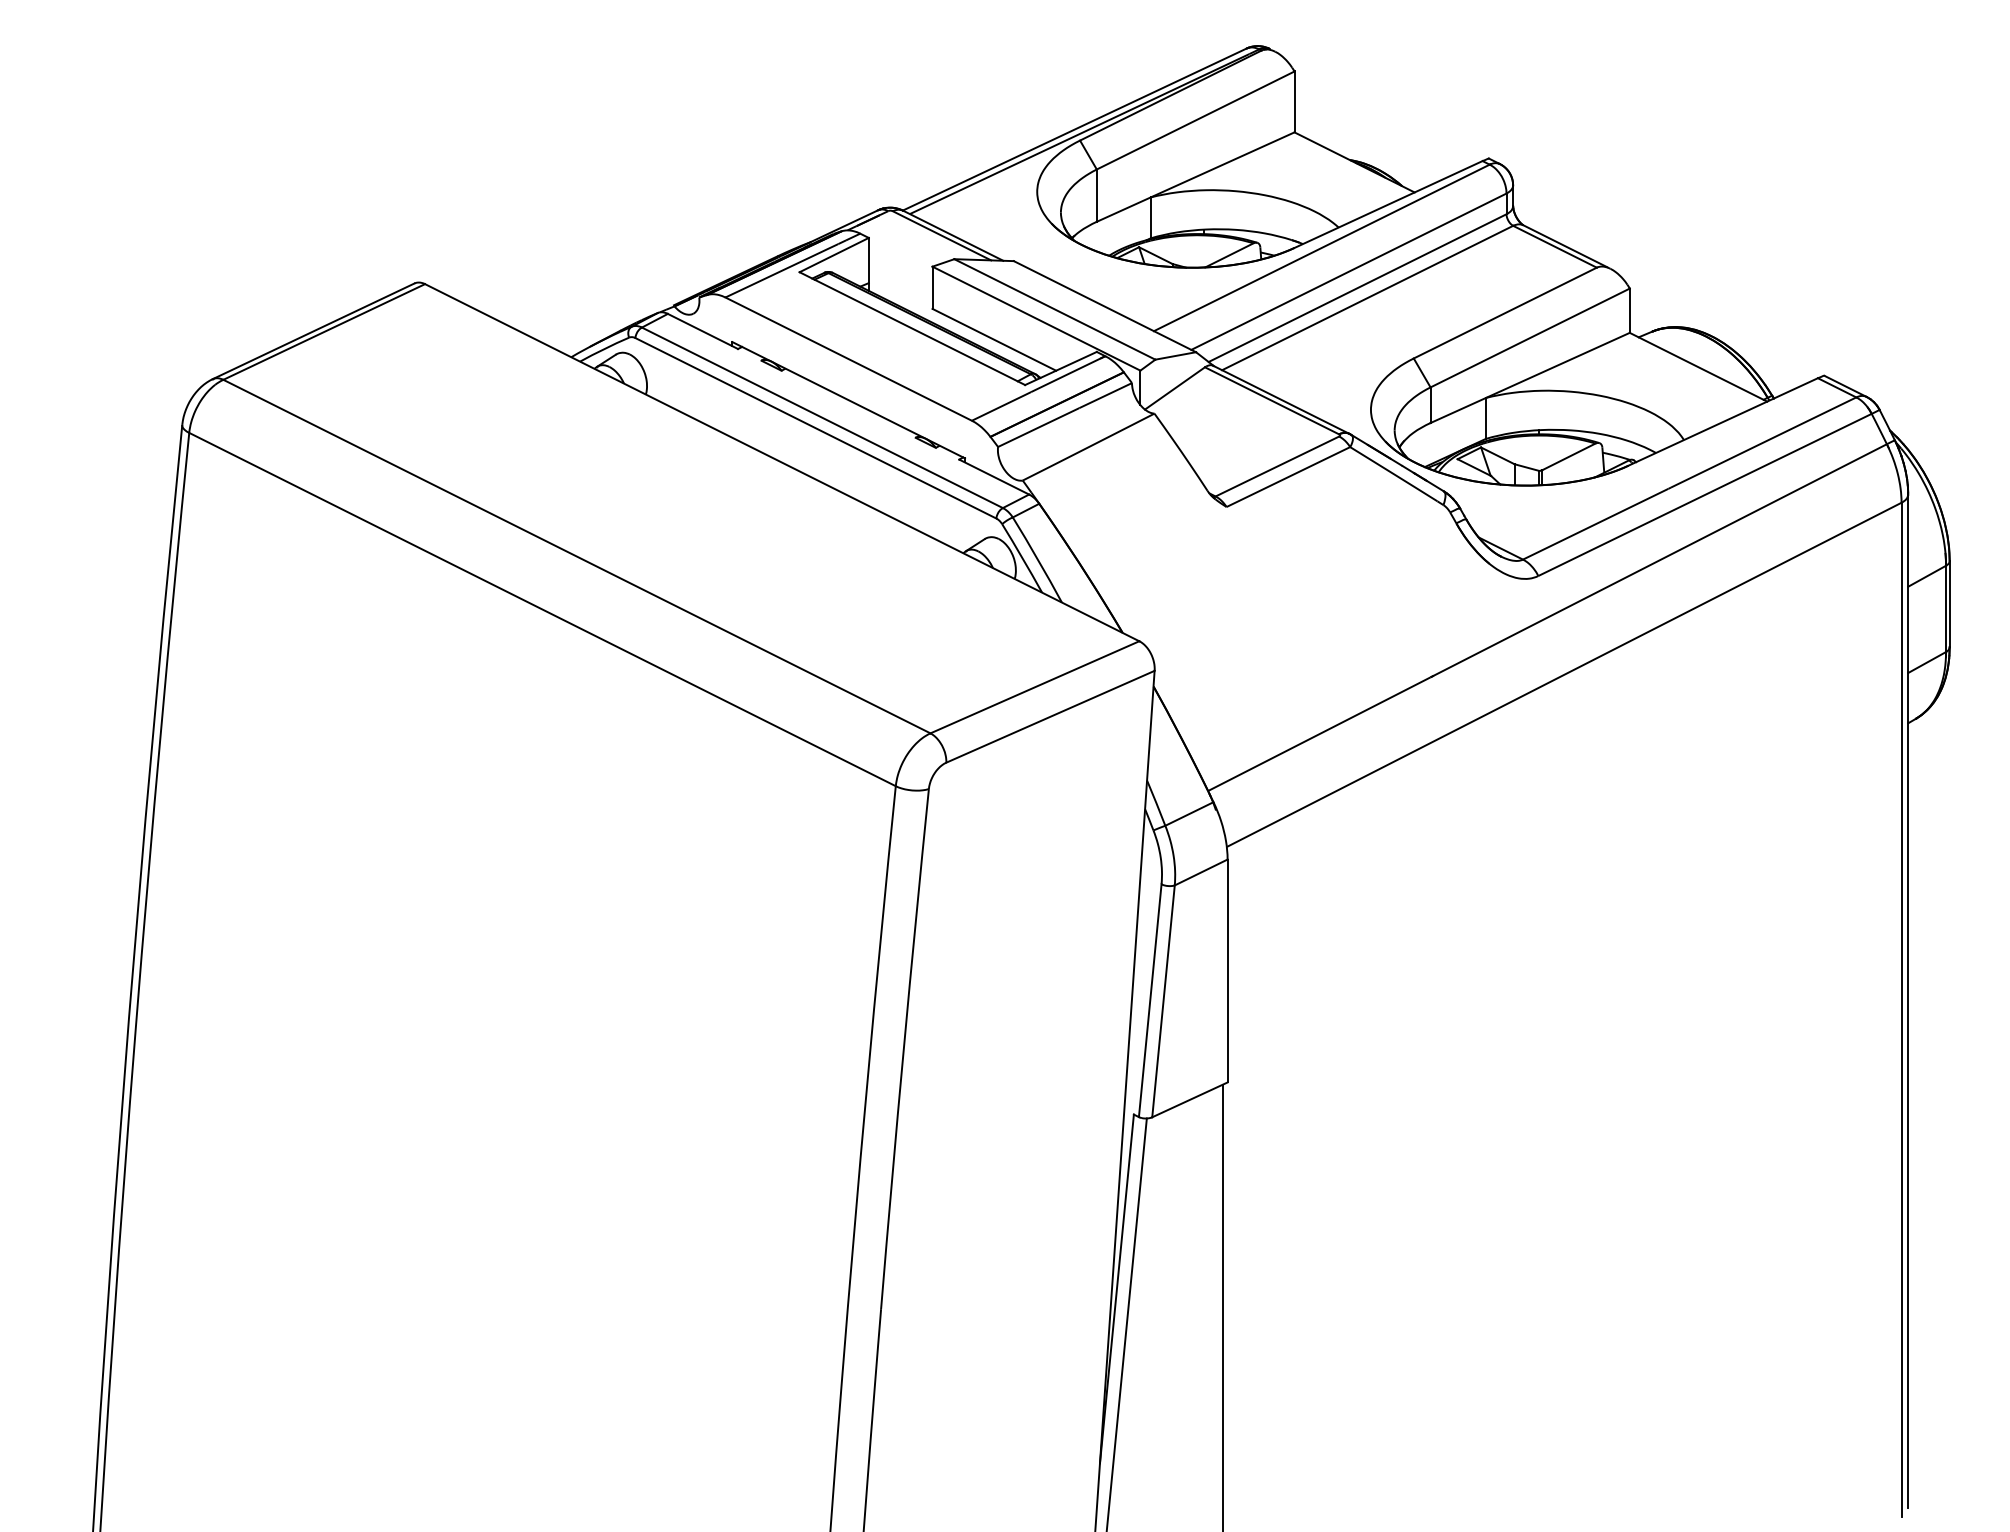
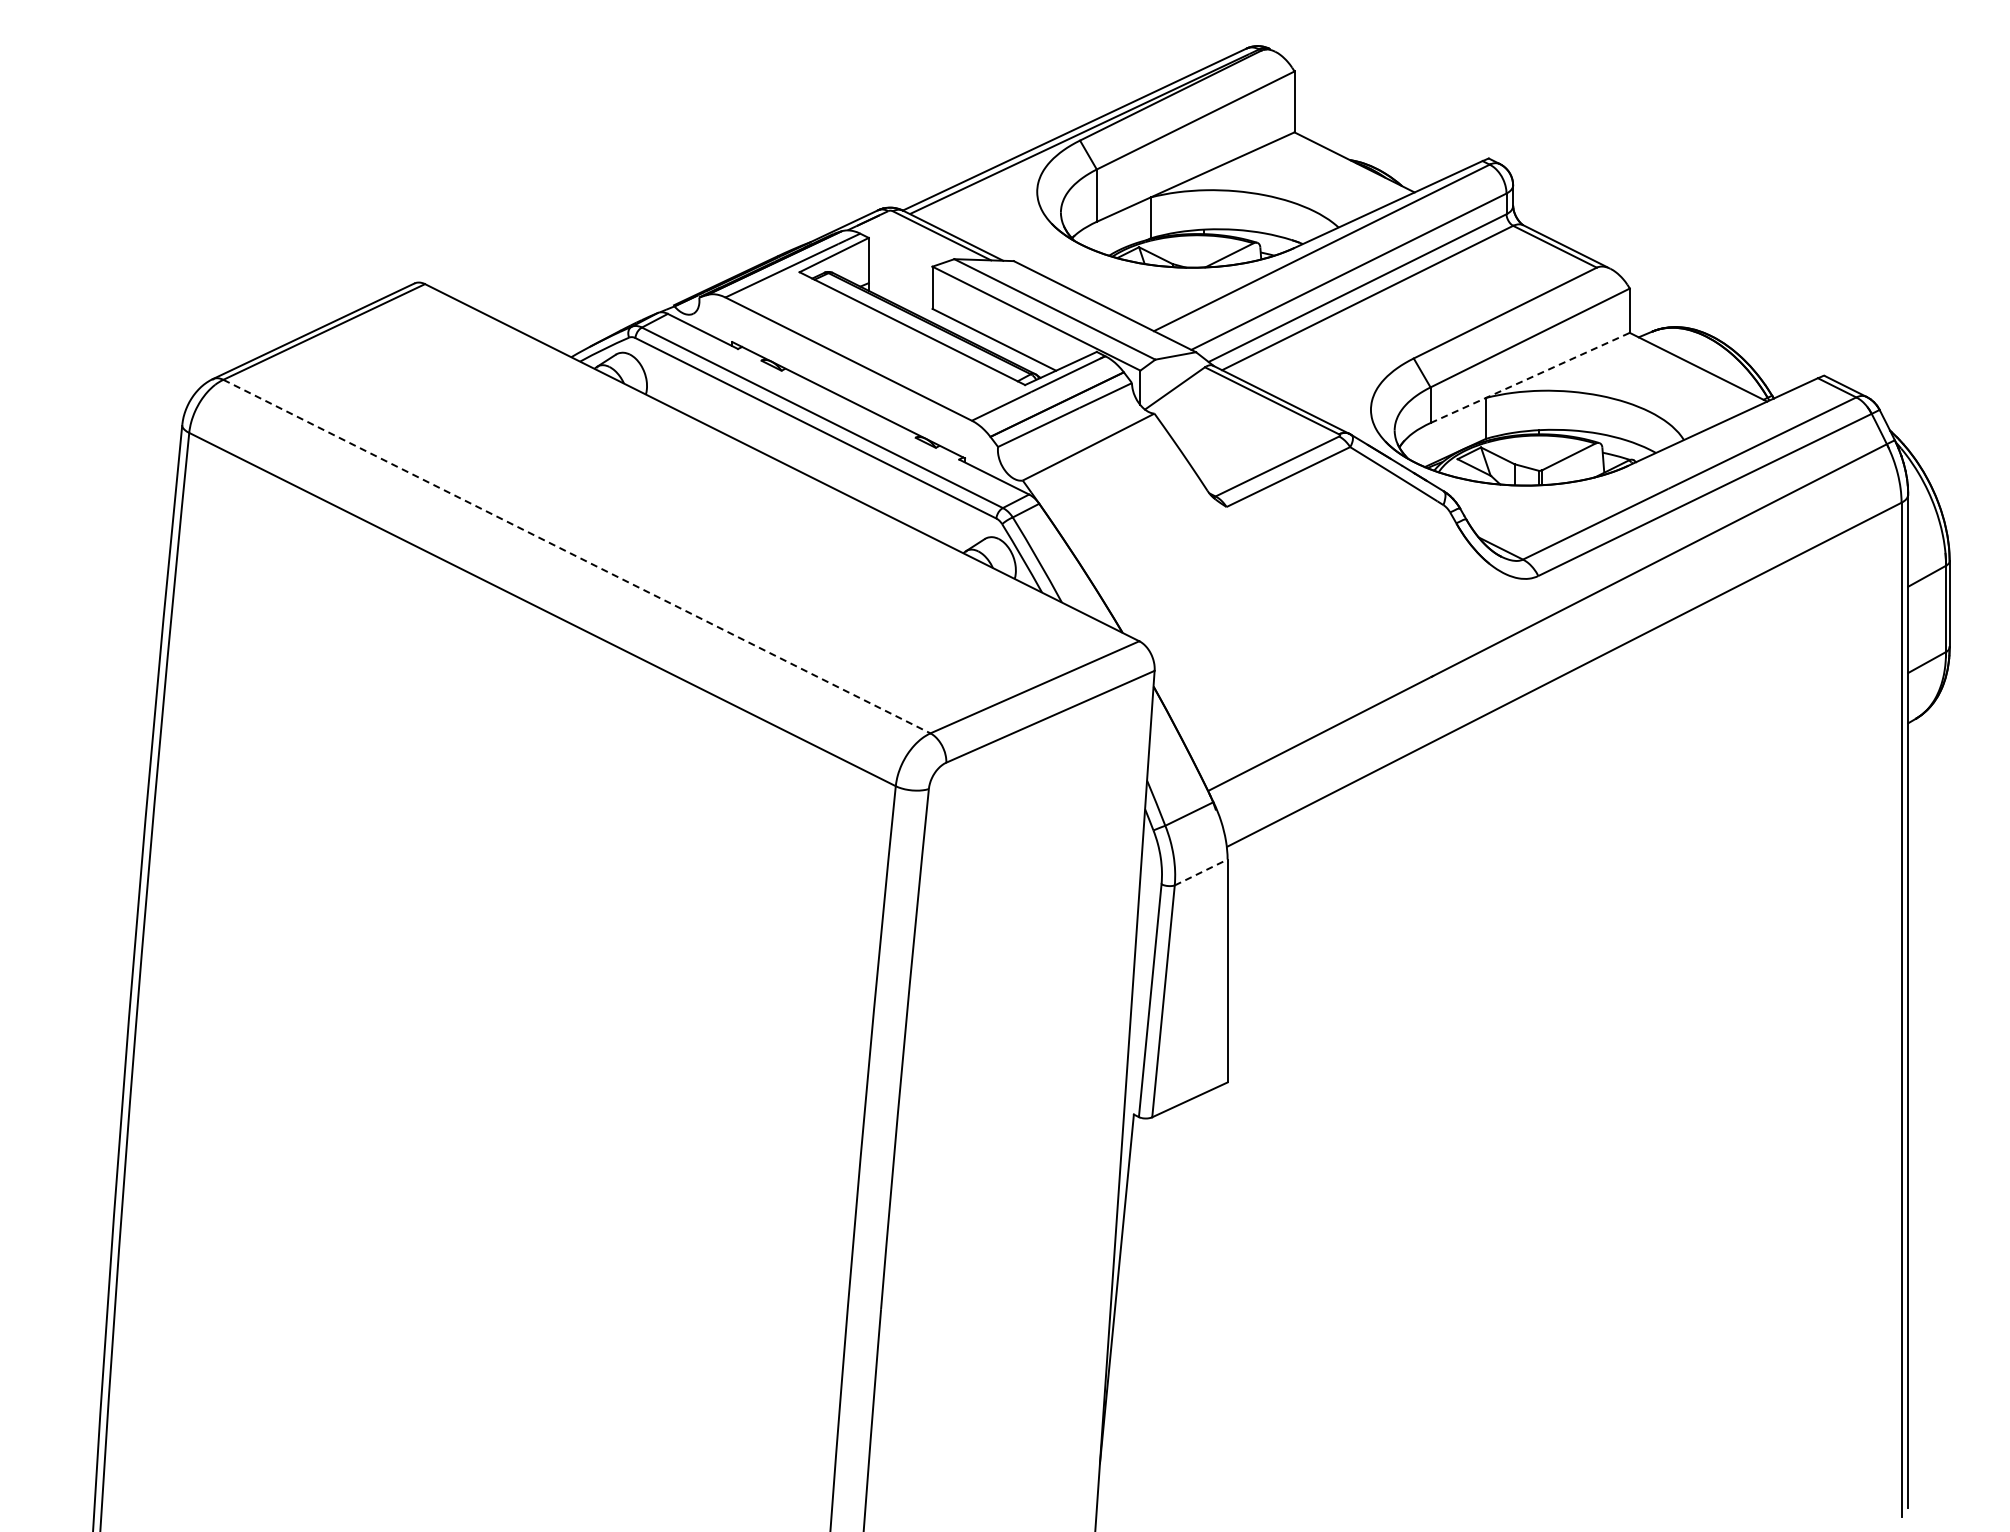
line at (1530, 377): solid -> dashed
line at (577, 556): solid -> dashed
line at (1201, 872): solid -> dashed
line at (1222, 1306): present -> none
line at (1126, 1323): present -> none
